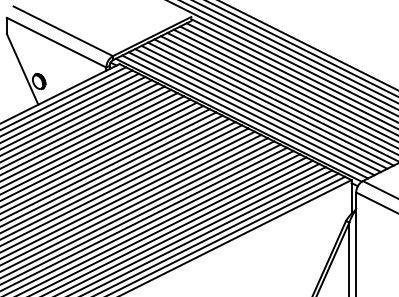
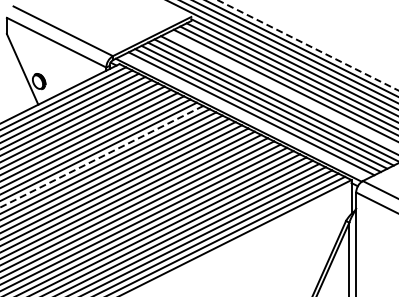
line at (307, 45): solid -> dashed
line at (281, 89): present -> none
line at (245, 116): present -> none
line at (101, 156): solid -> dashed
